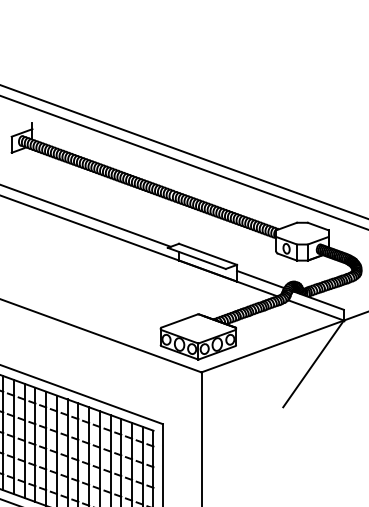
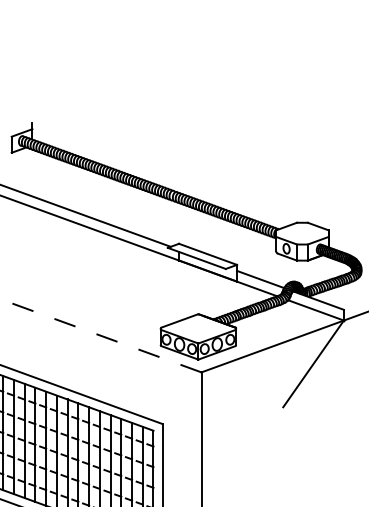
line at (183, 151): present -> none
line at (183, 162): present -> none
line at (101, 335): solid -> dashed
